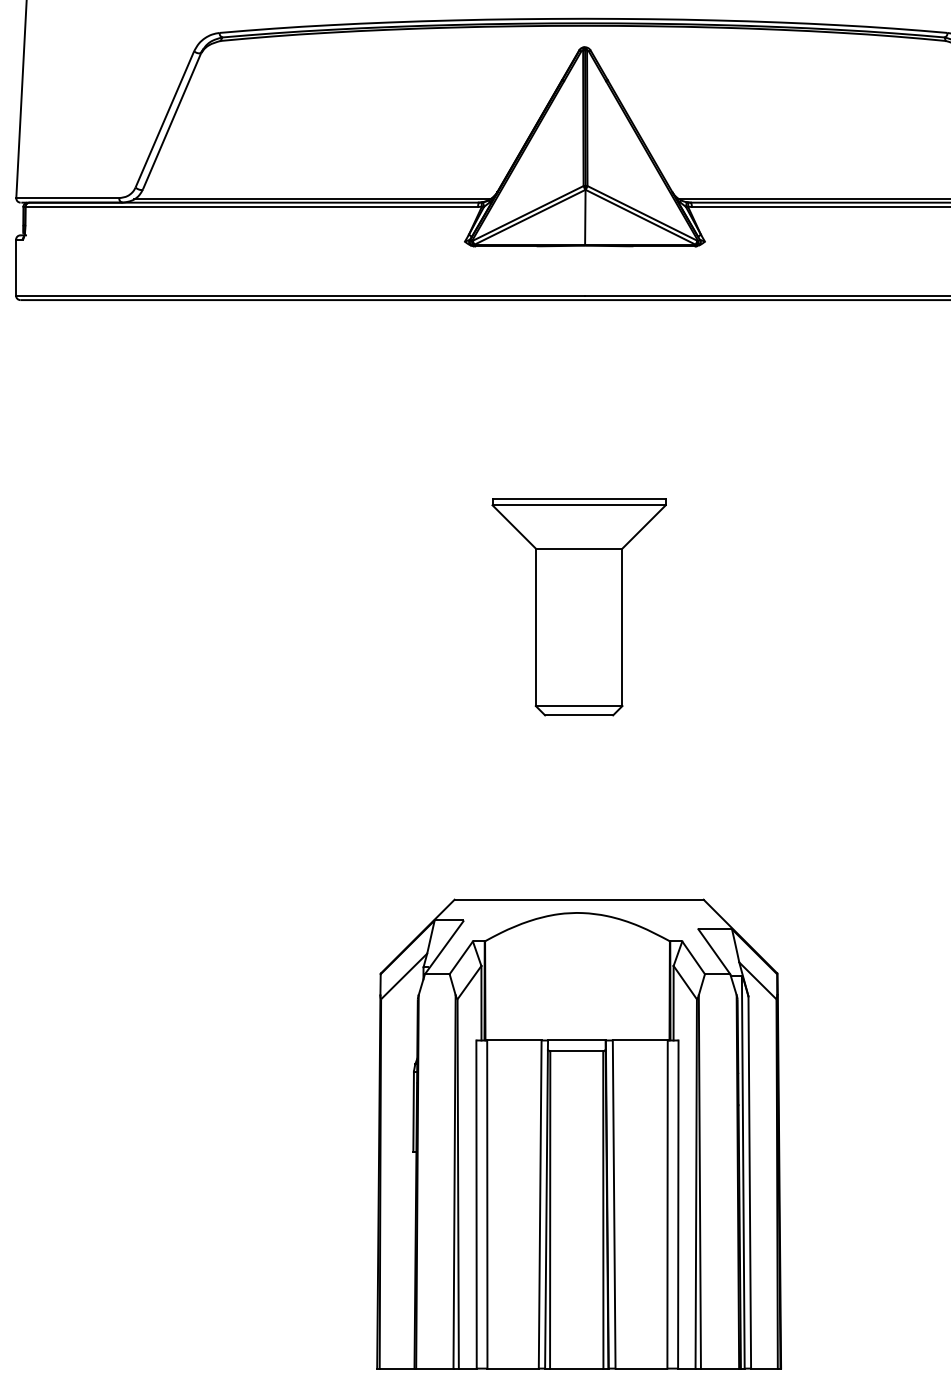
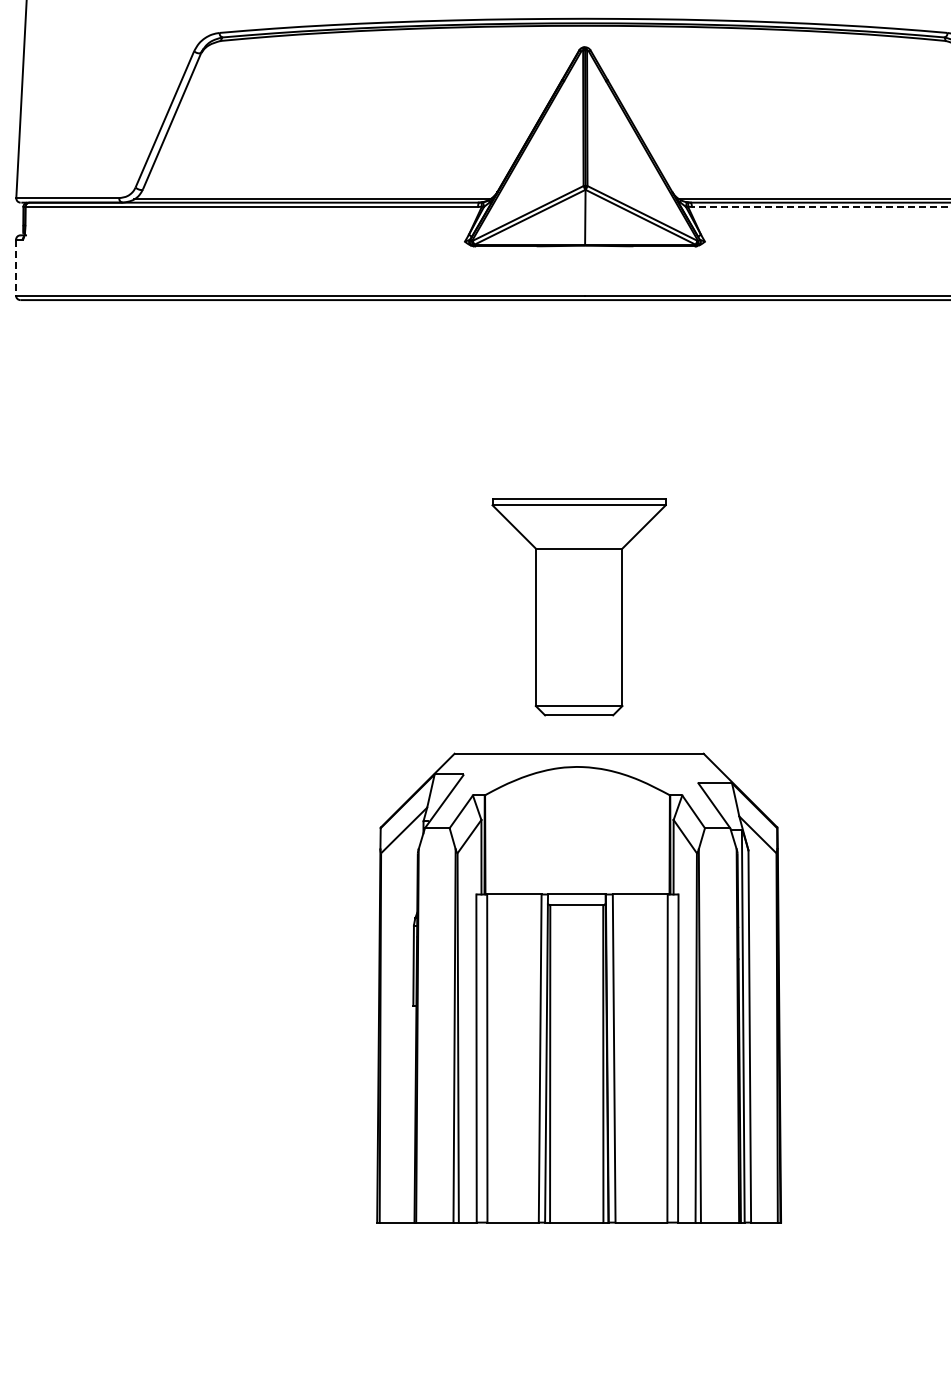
line at (820, 207): solid -> dashed
line at (16, 268): solid -> dashed
part at (578, 1133) position: (578, 1133) -> (578, 987)
